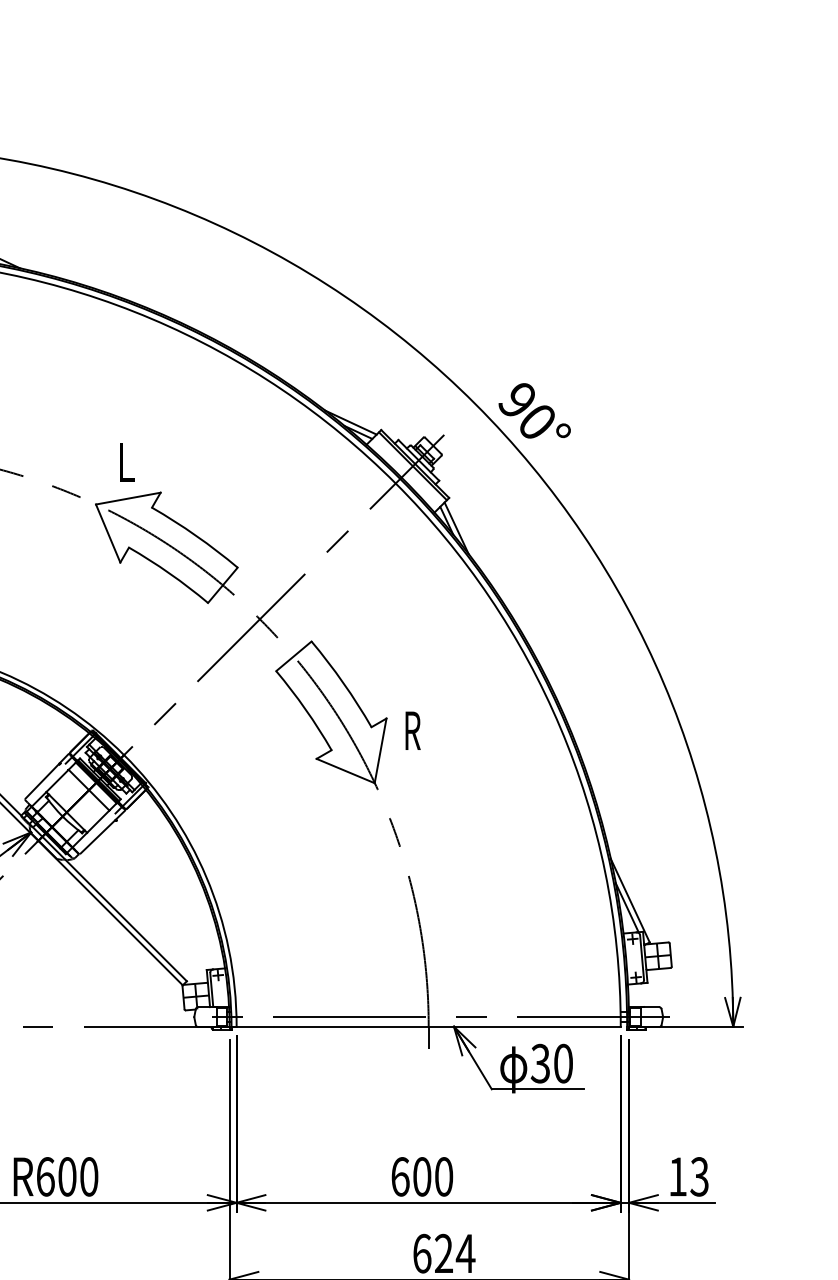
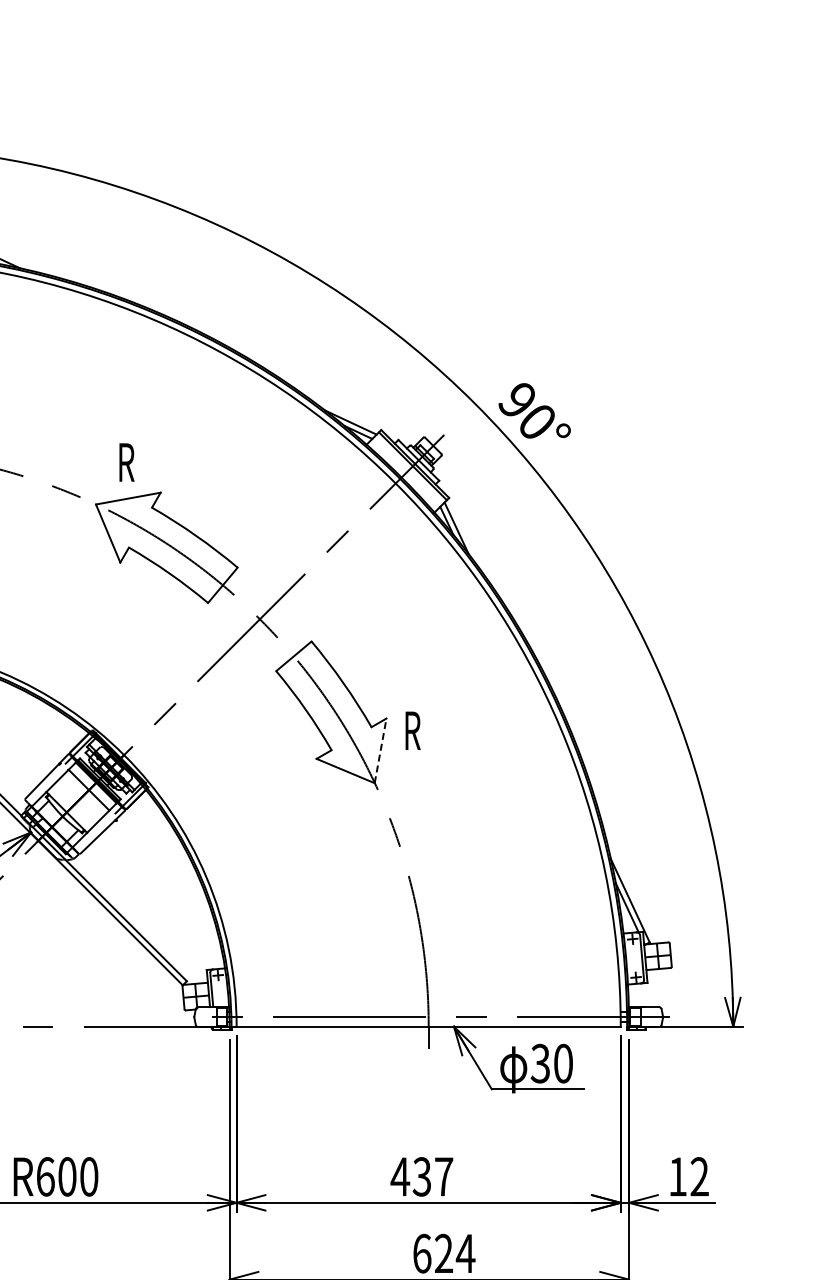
text at (126, 462): L -> R
line at (380, 750): solid -> dashed
text at (421, 1176): 600 -> 437
text at (699, 1177): 13 -> 12
